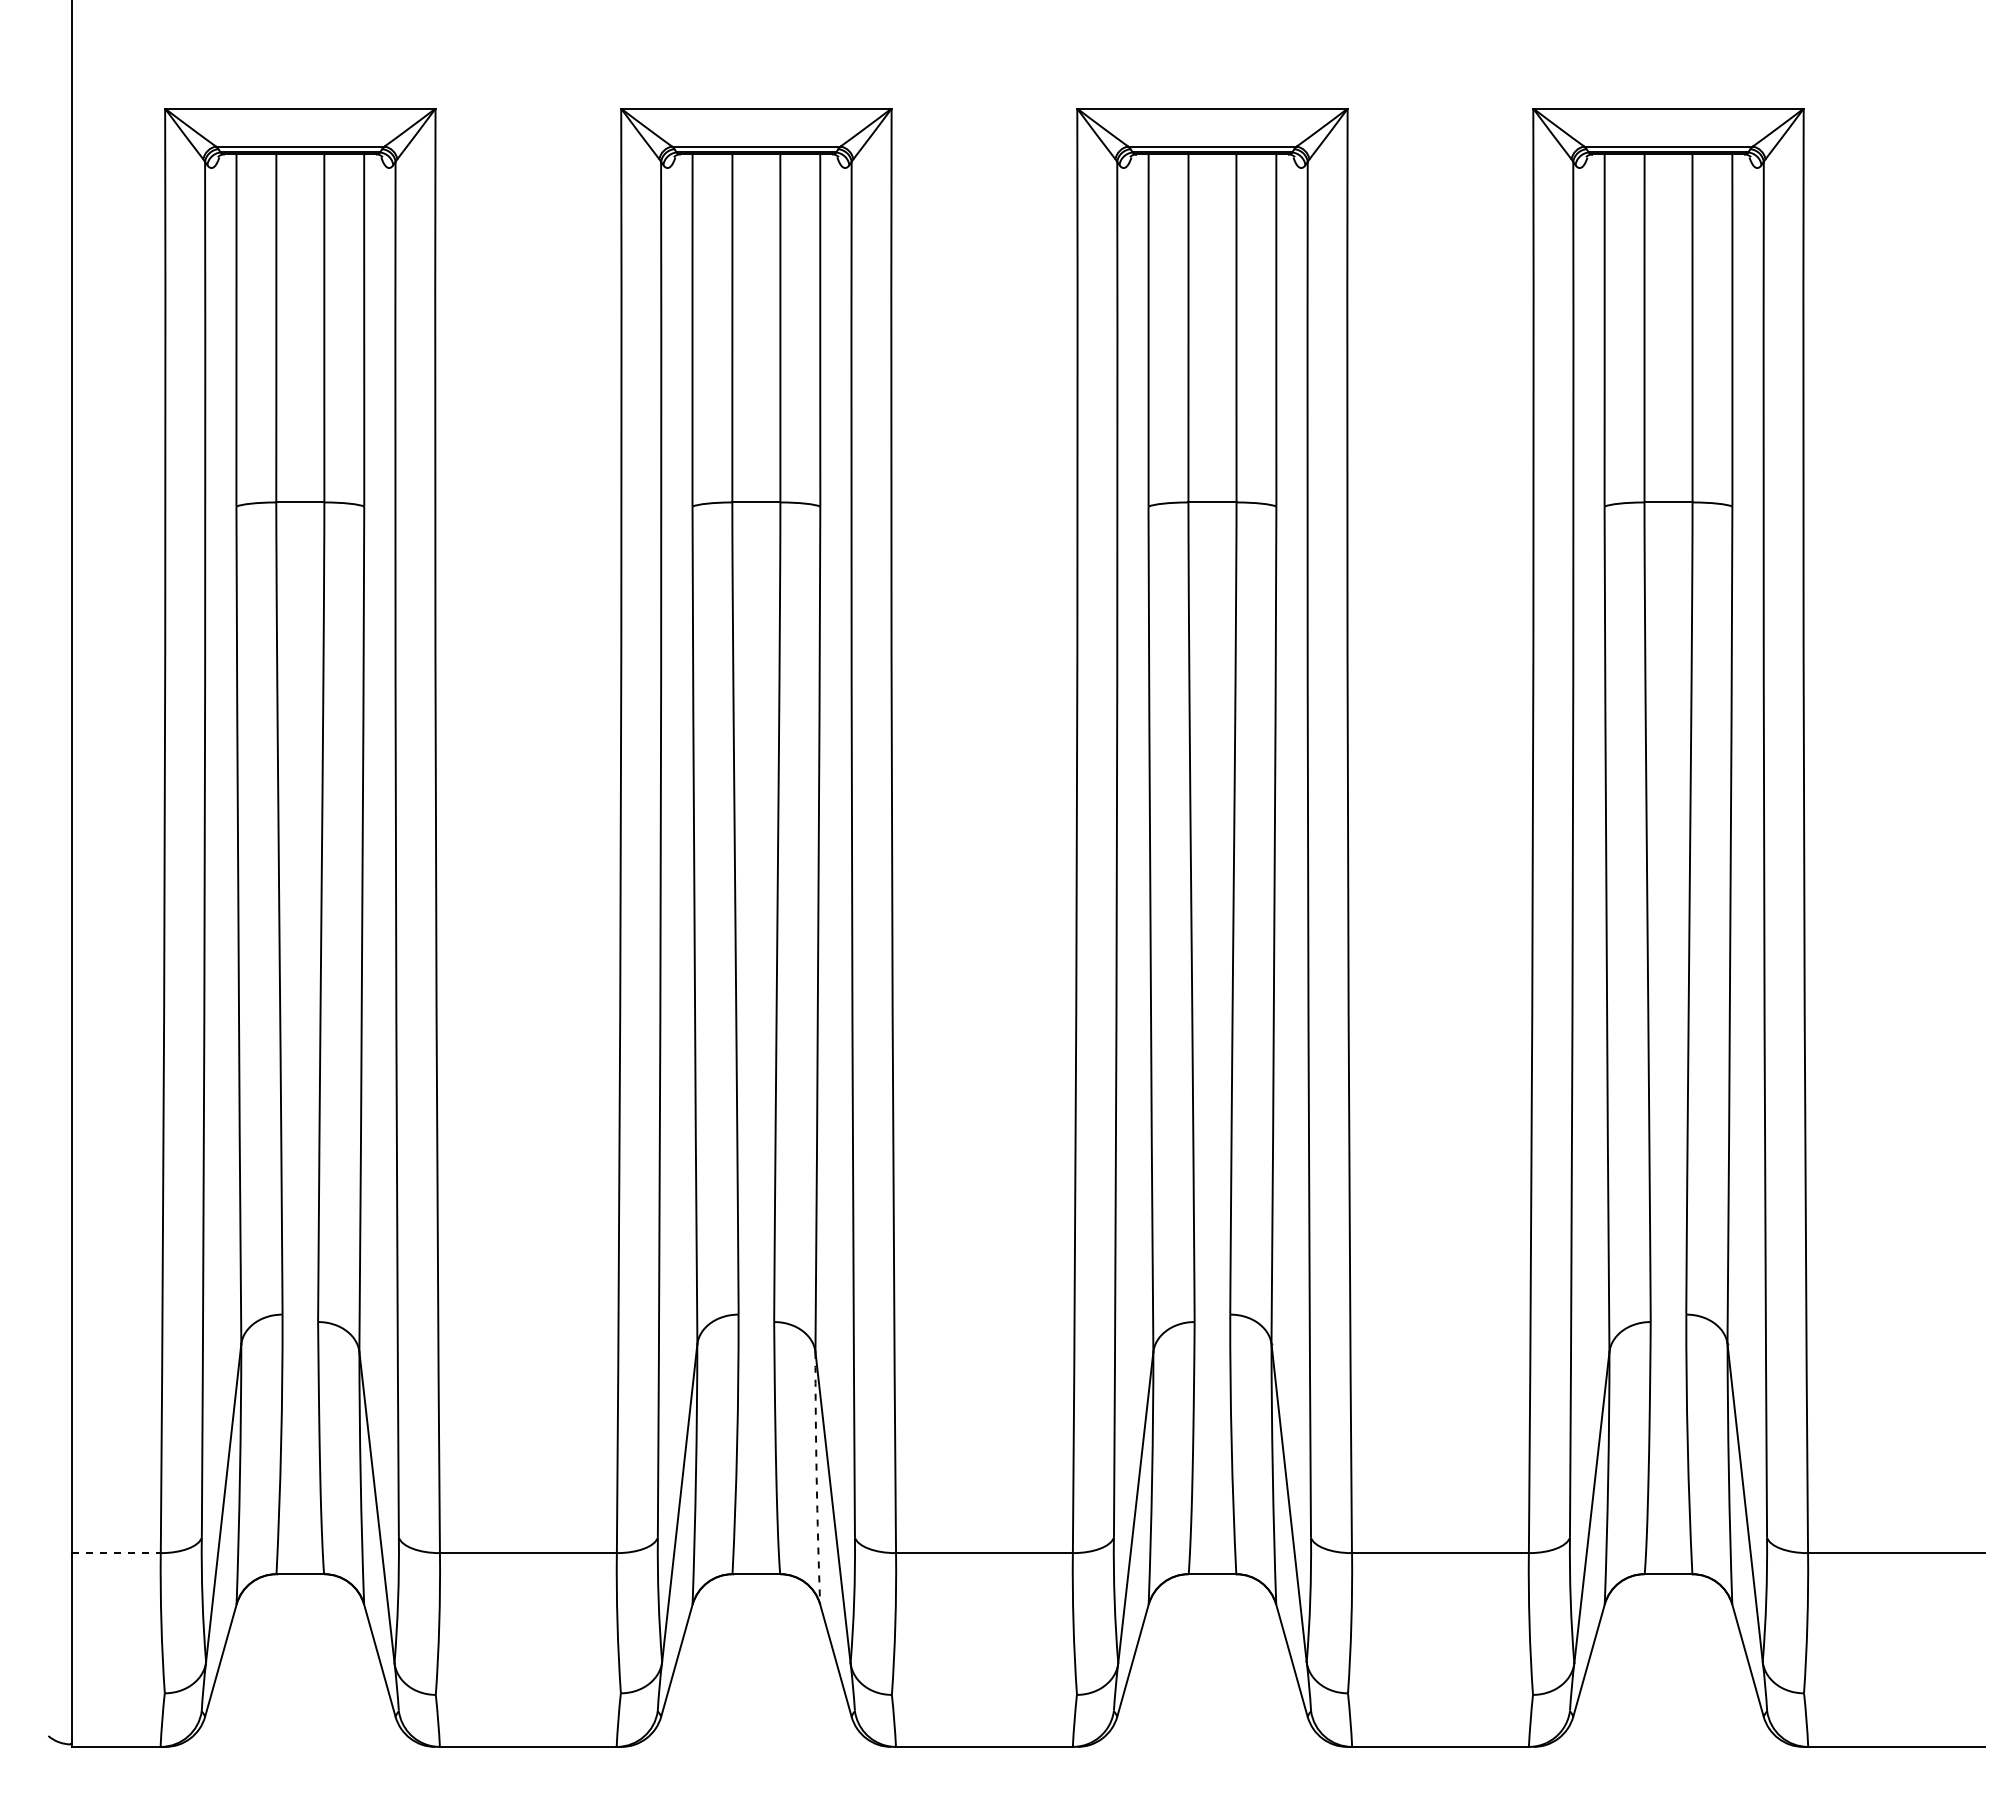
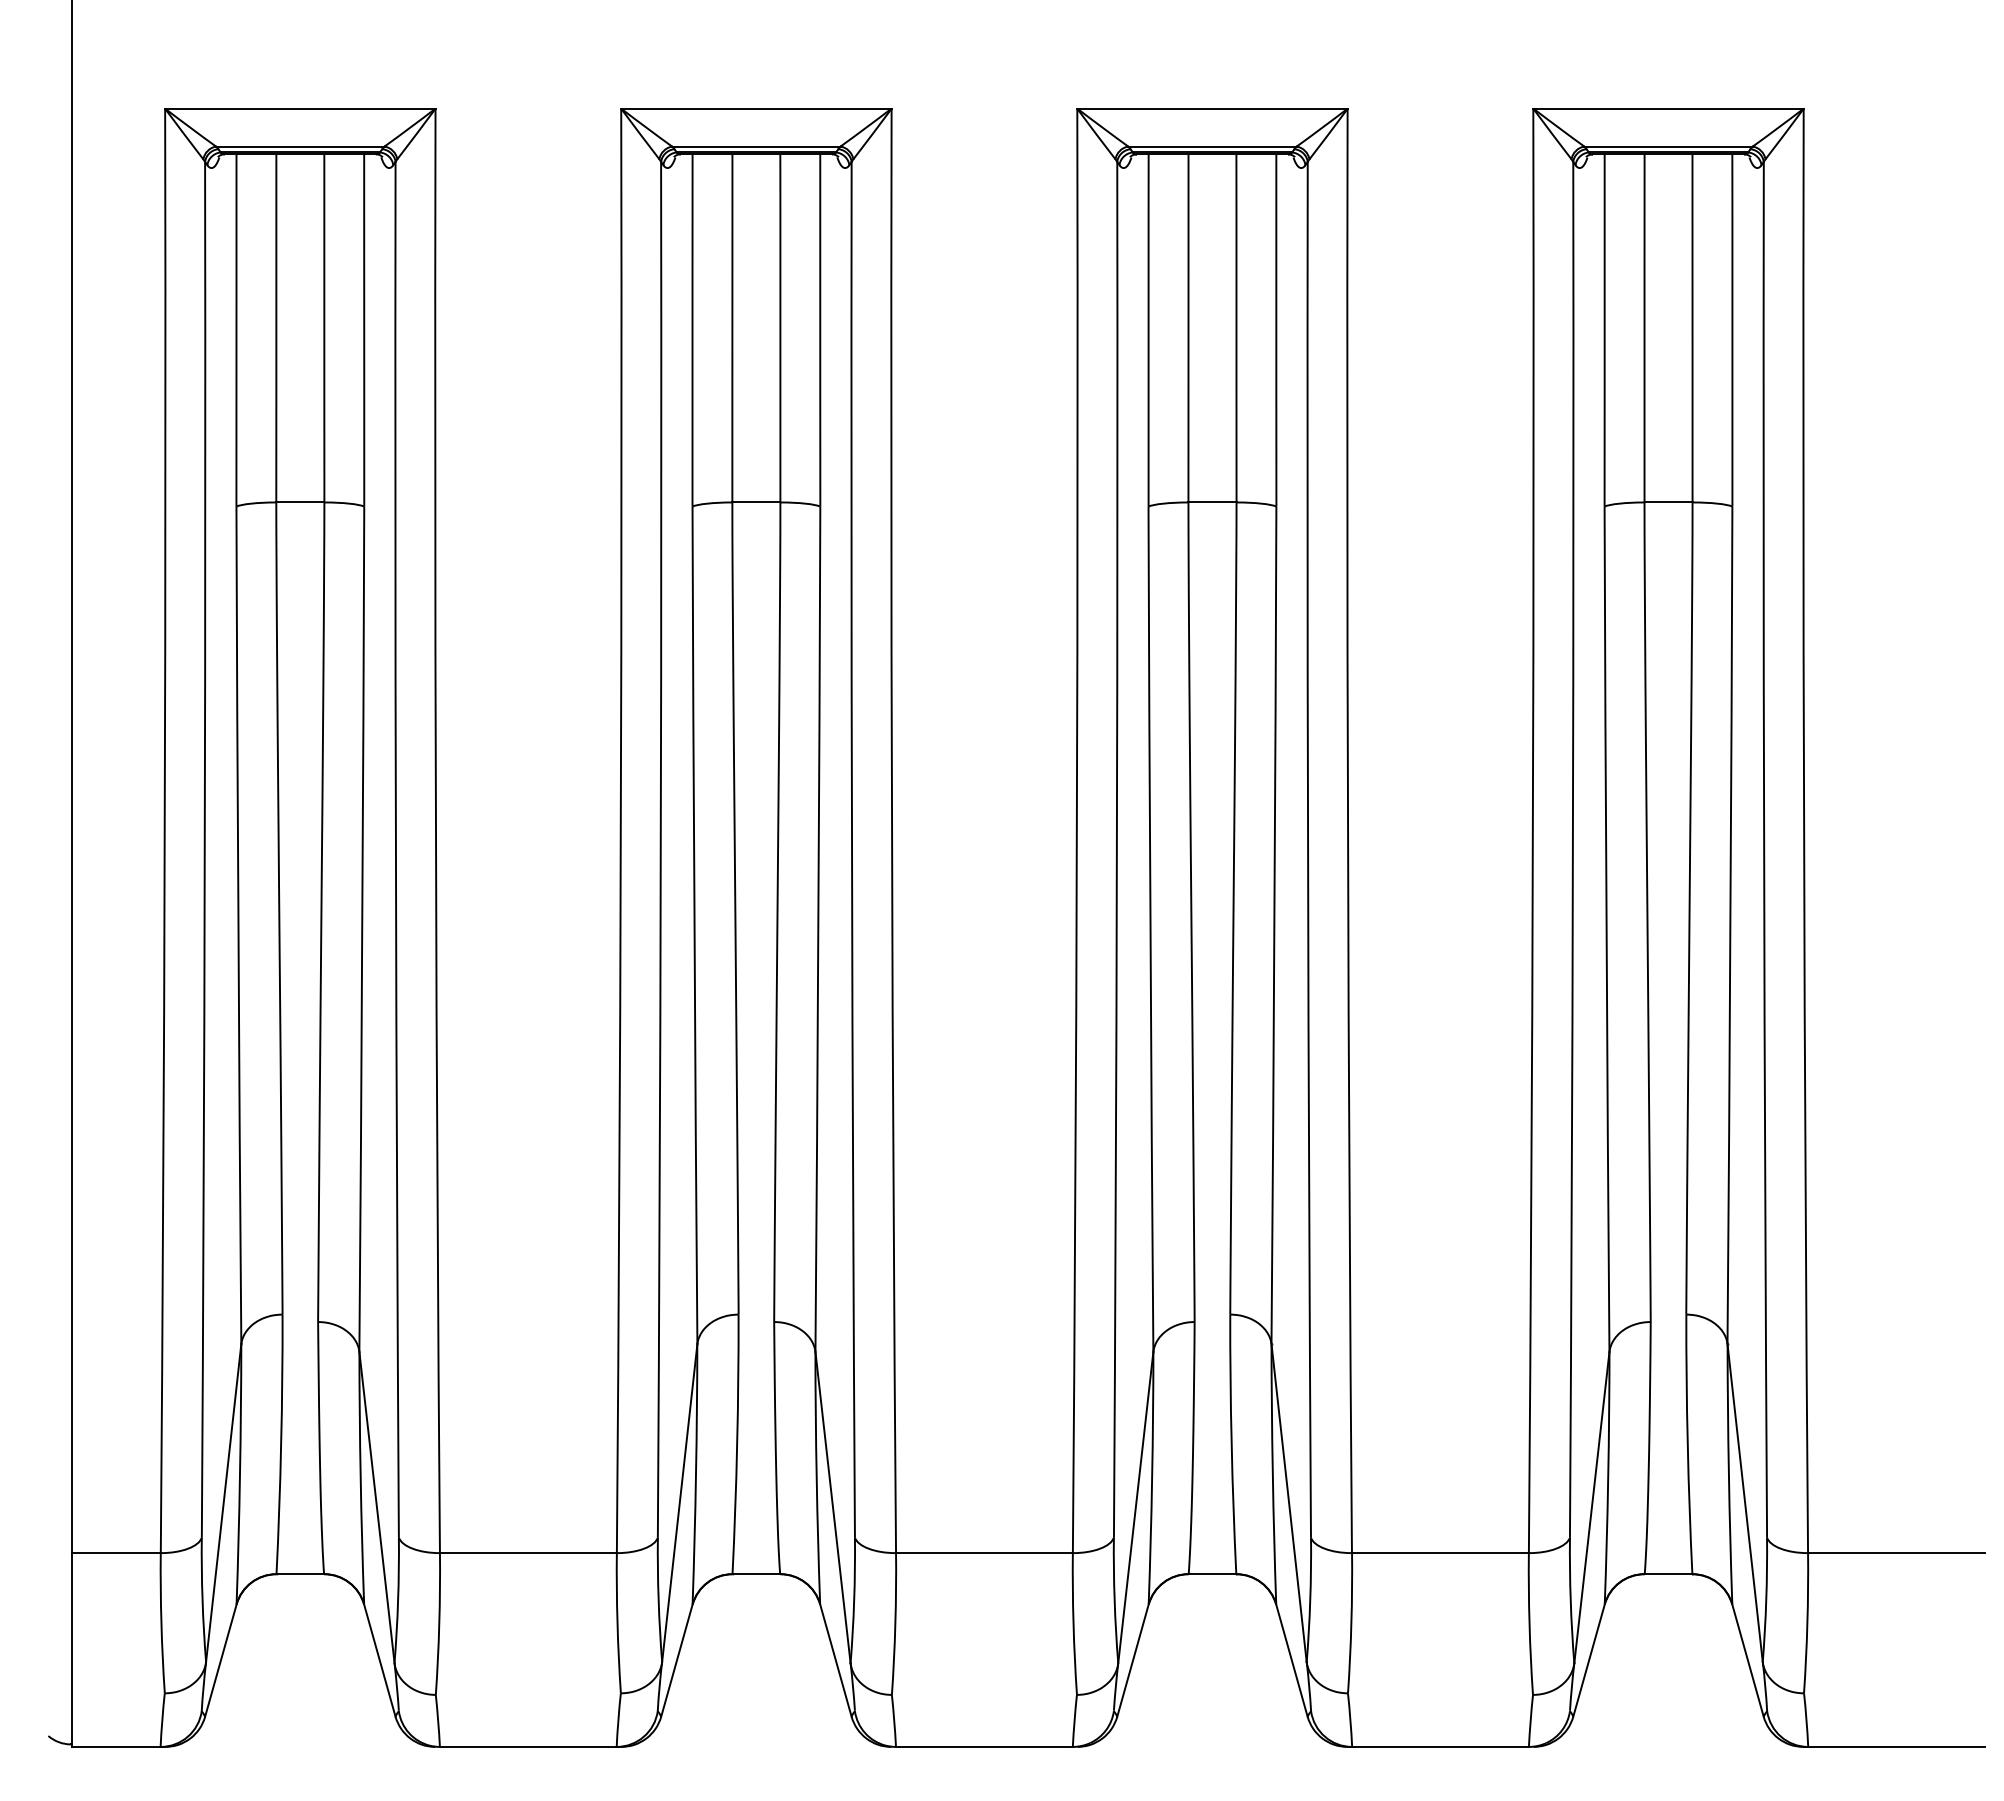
arc at (816, 1478): dashed -> solid
line at (117, 1553): dashed -> solid
